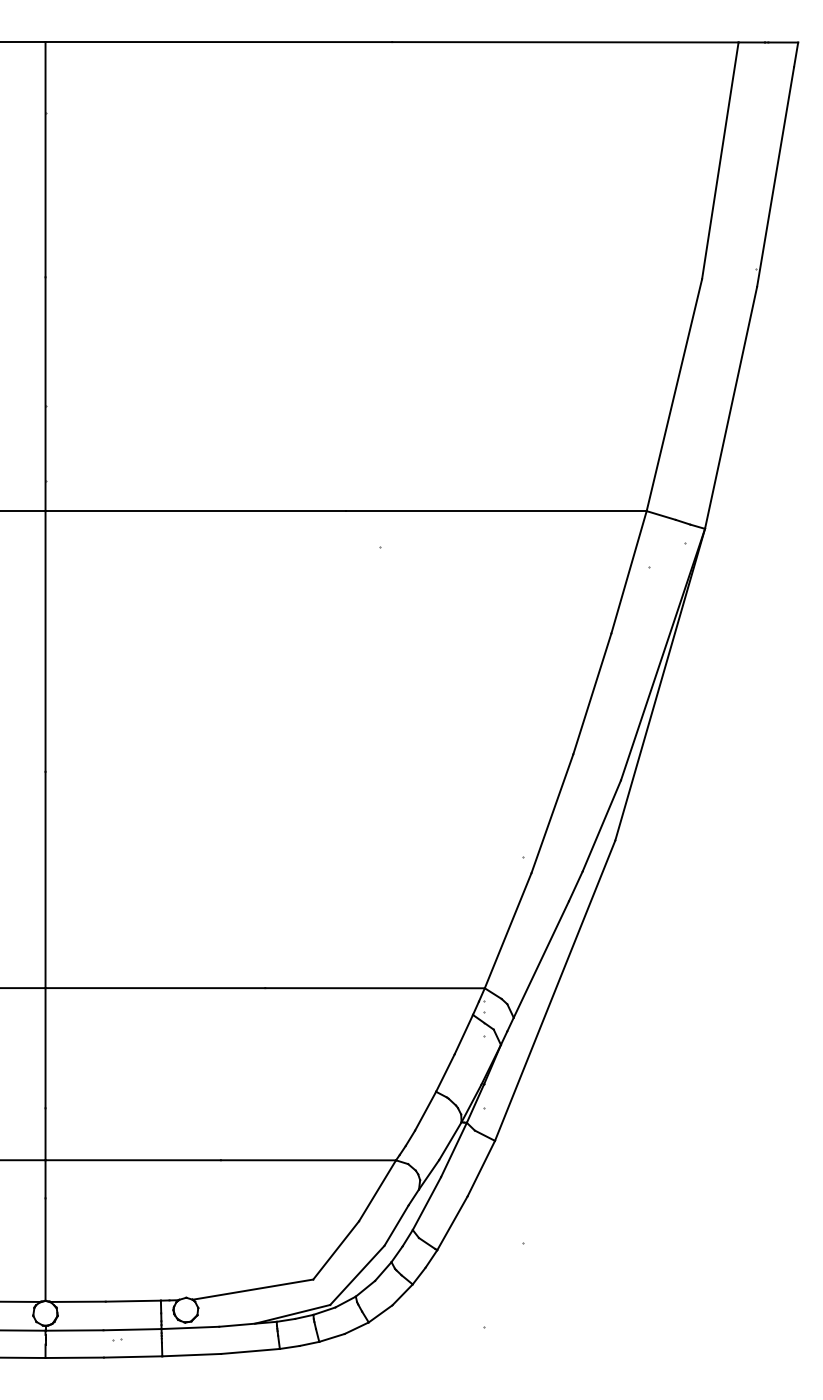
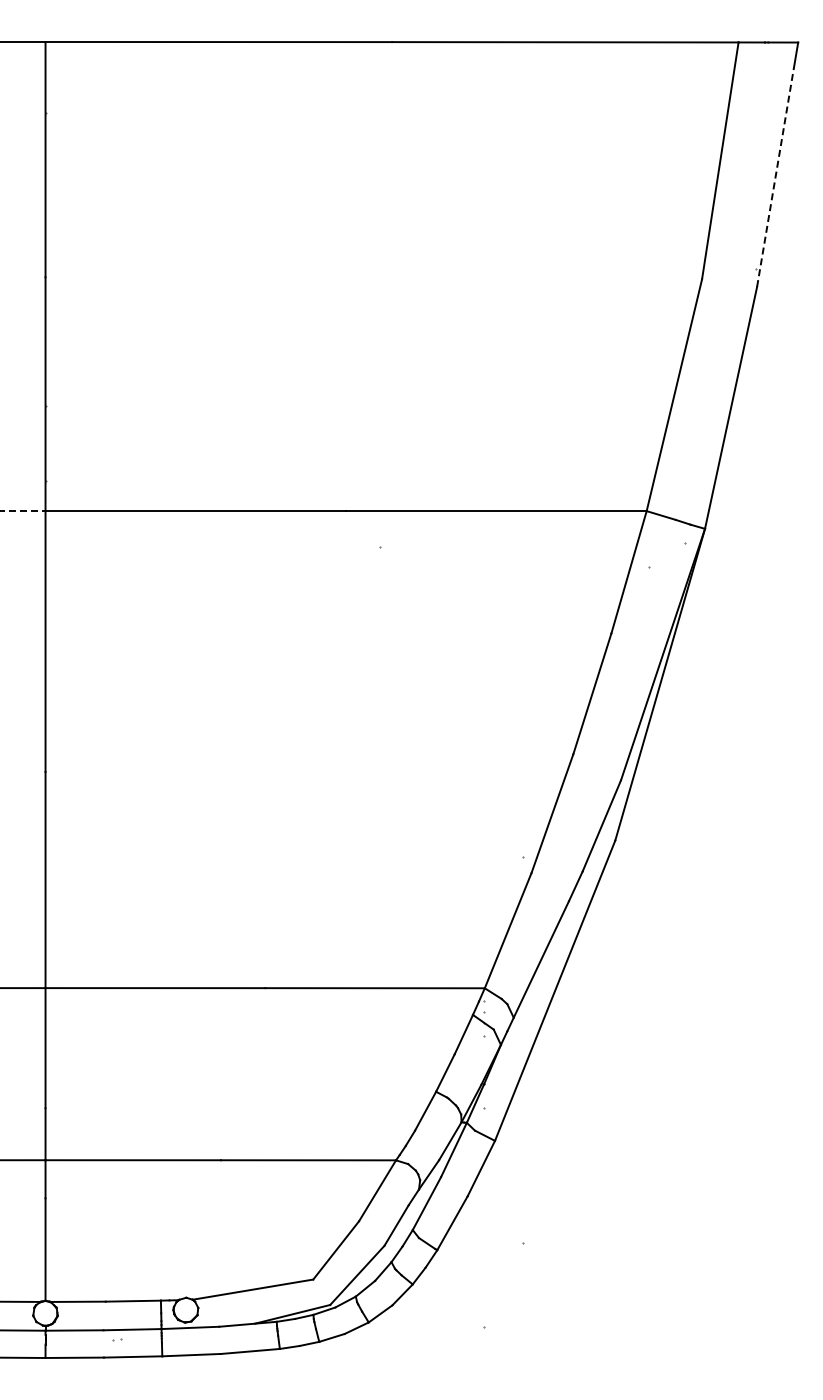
line at (775, 176): solid -> dashed
line at (23, 511): solid -> dashed
